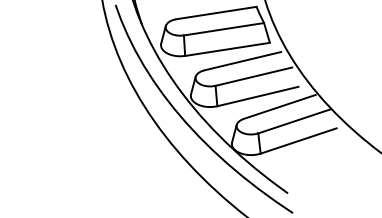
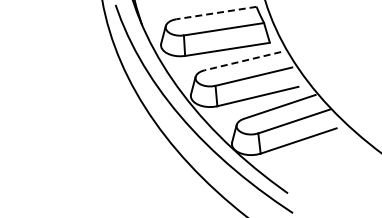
line at (216, 13): solid -> dashed
line at (242, 61): solid -> dashed
